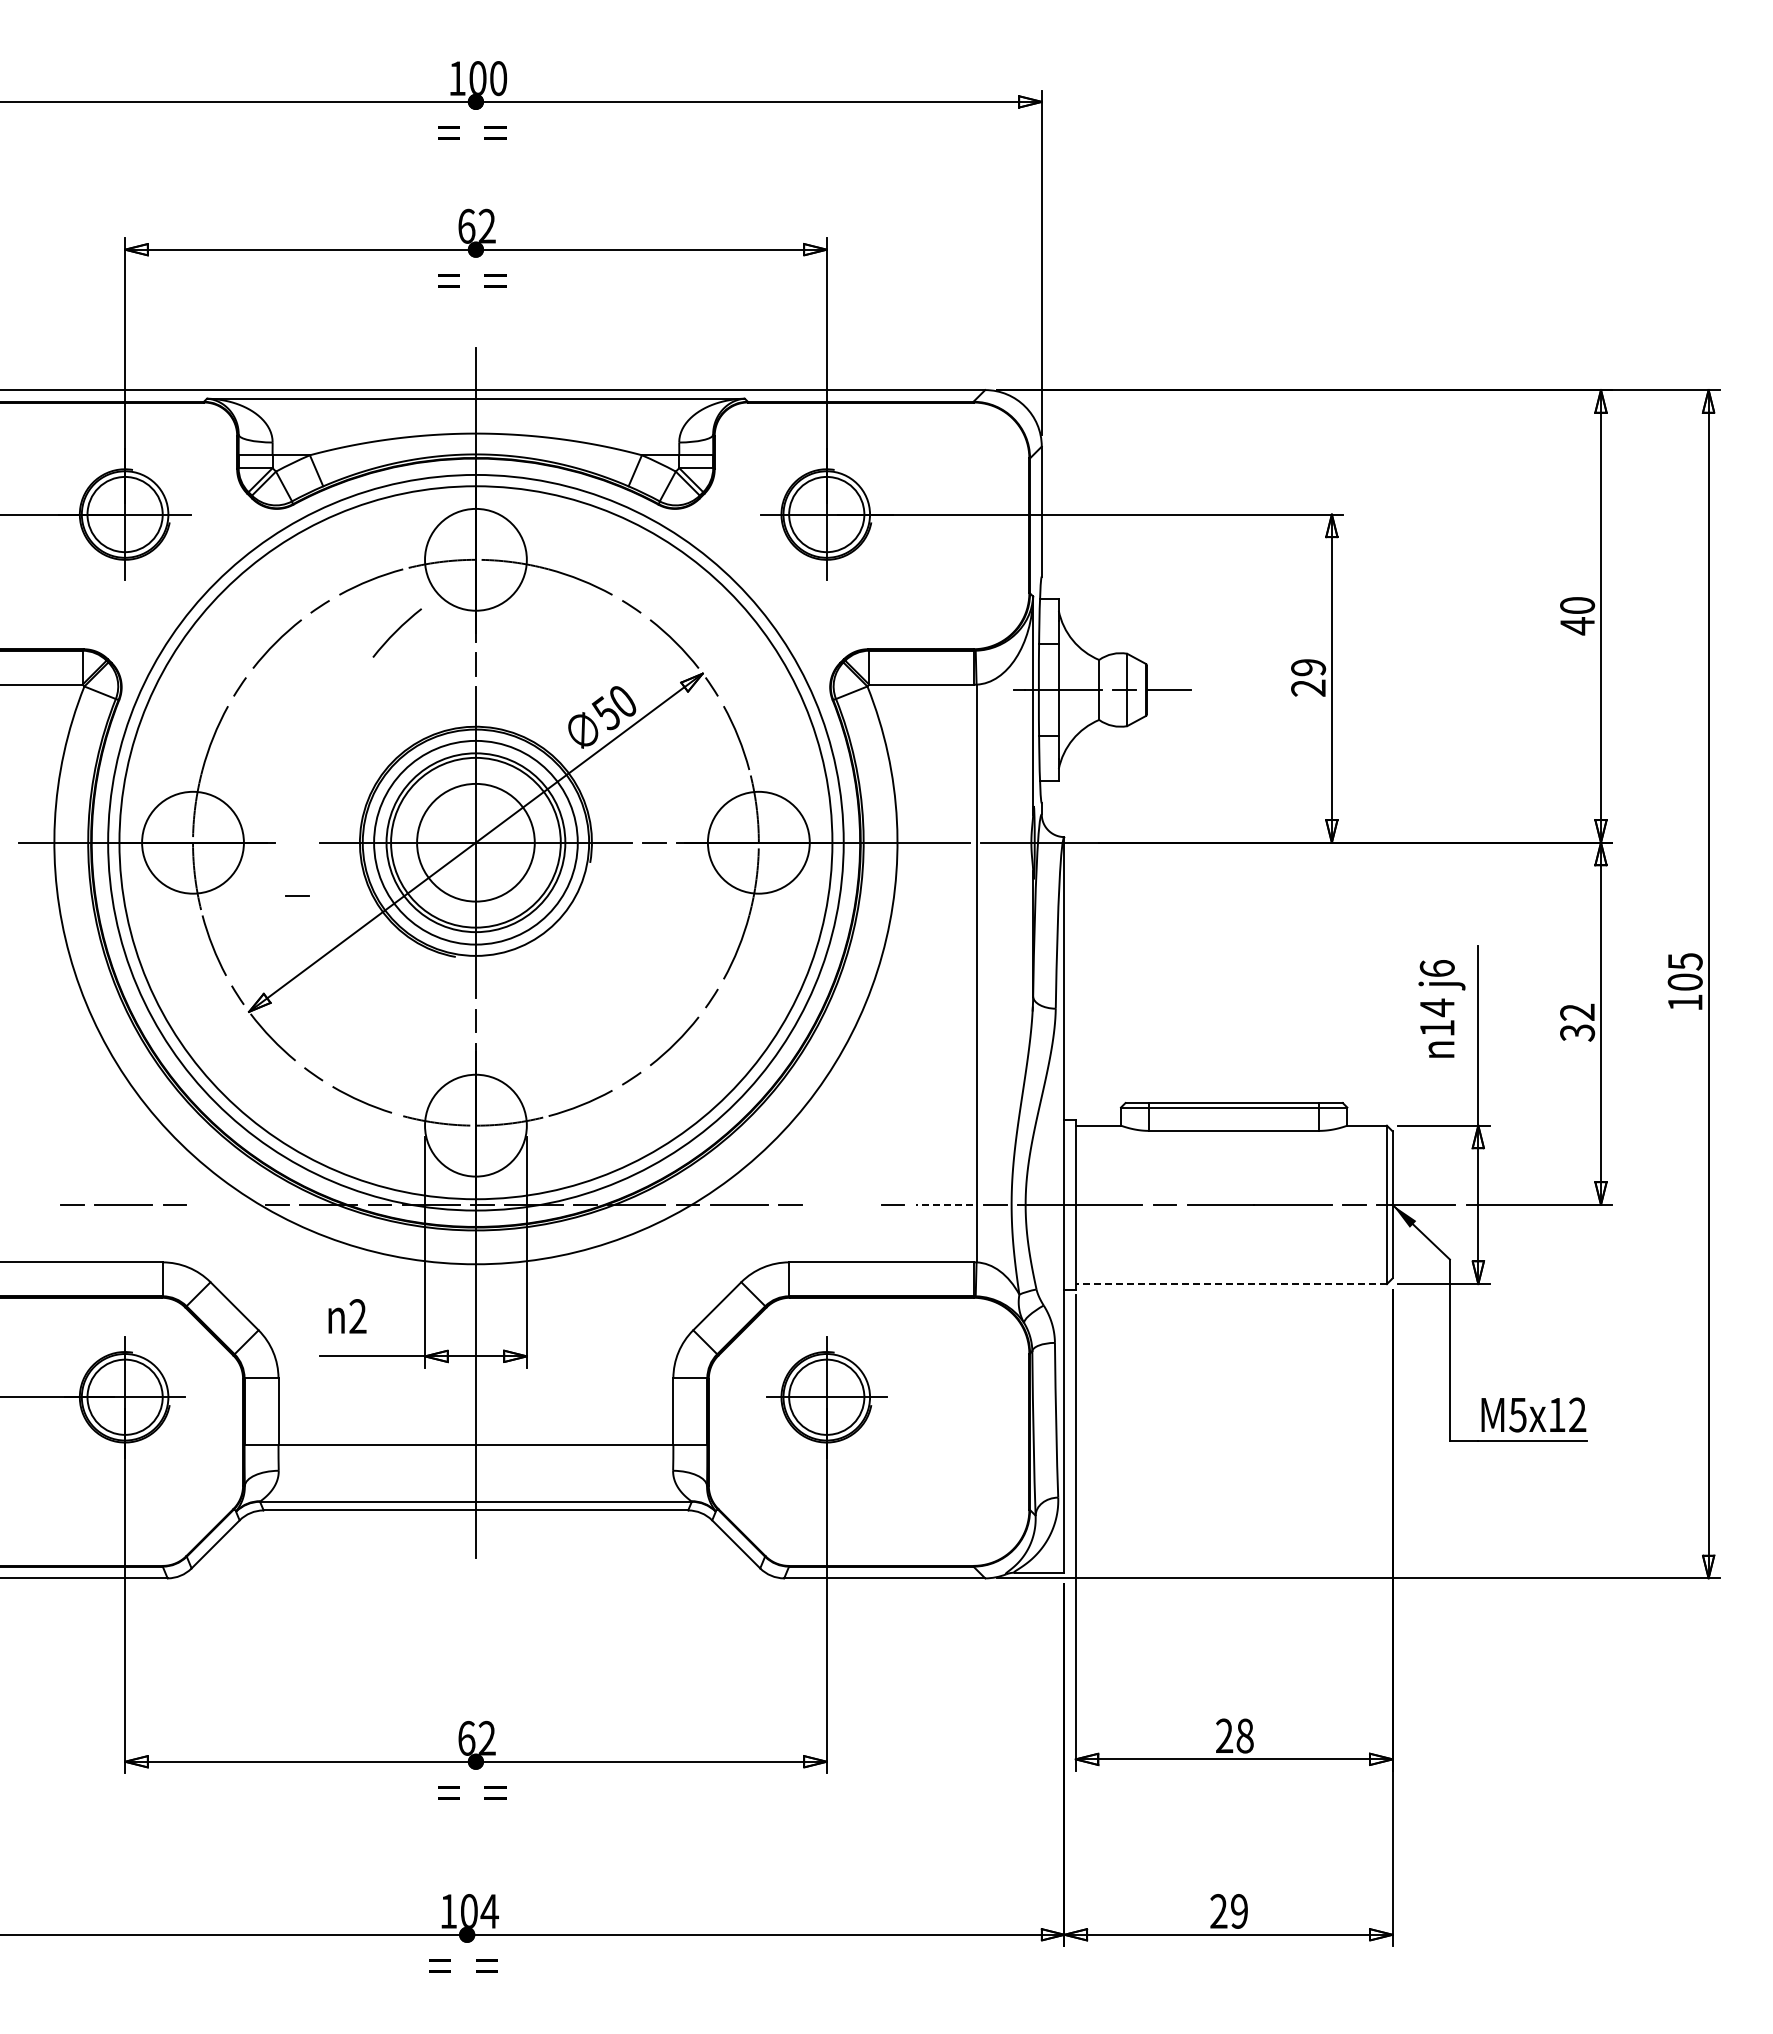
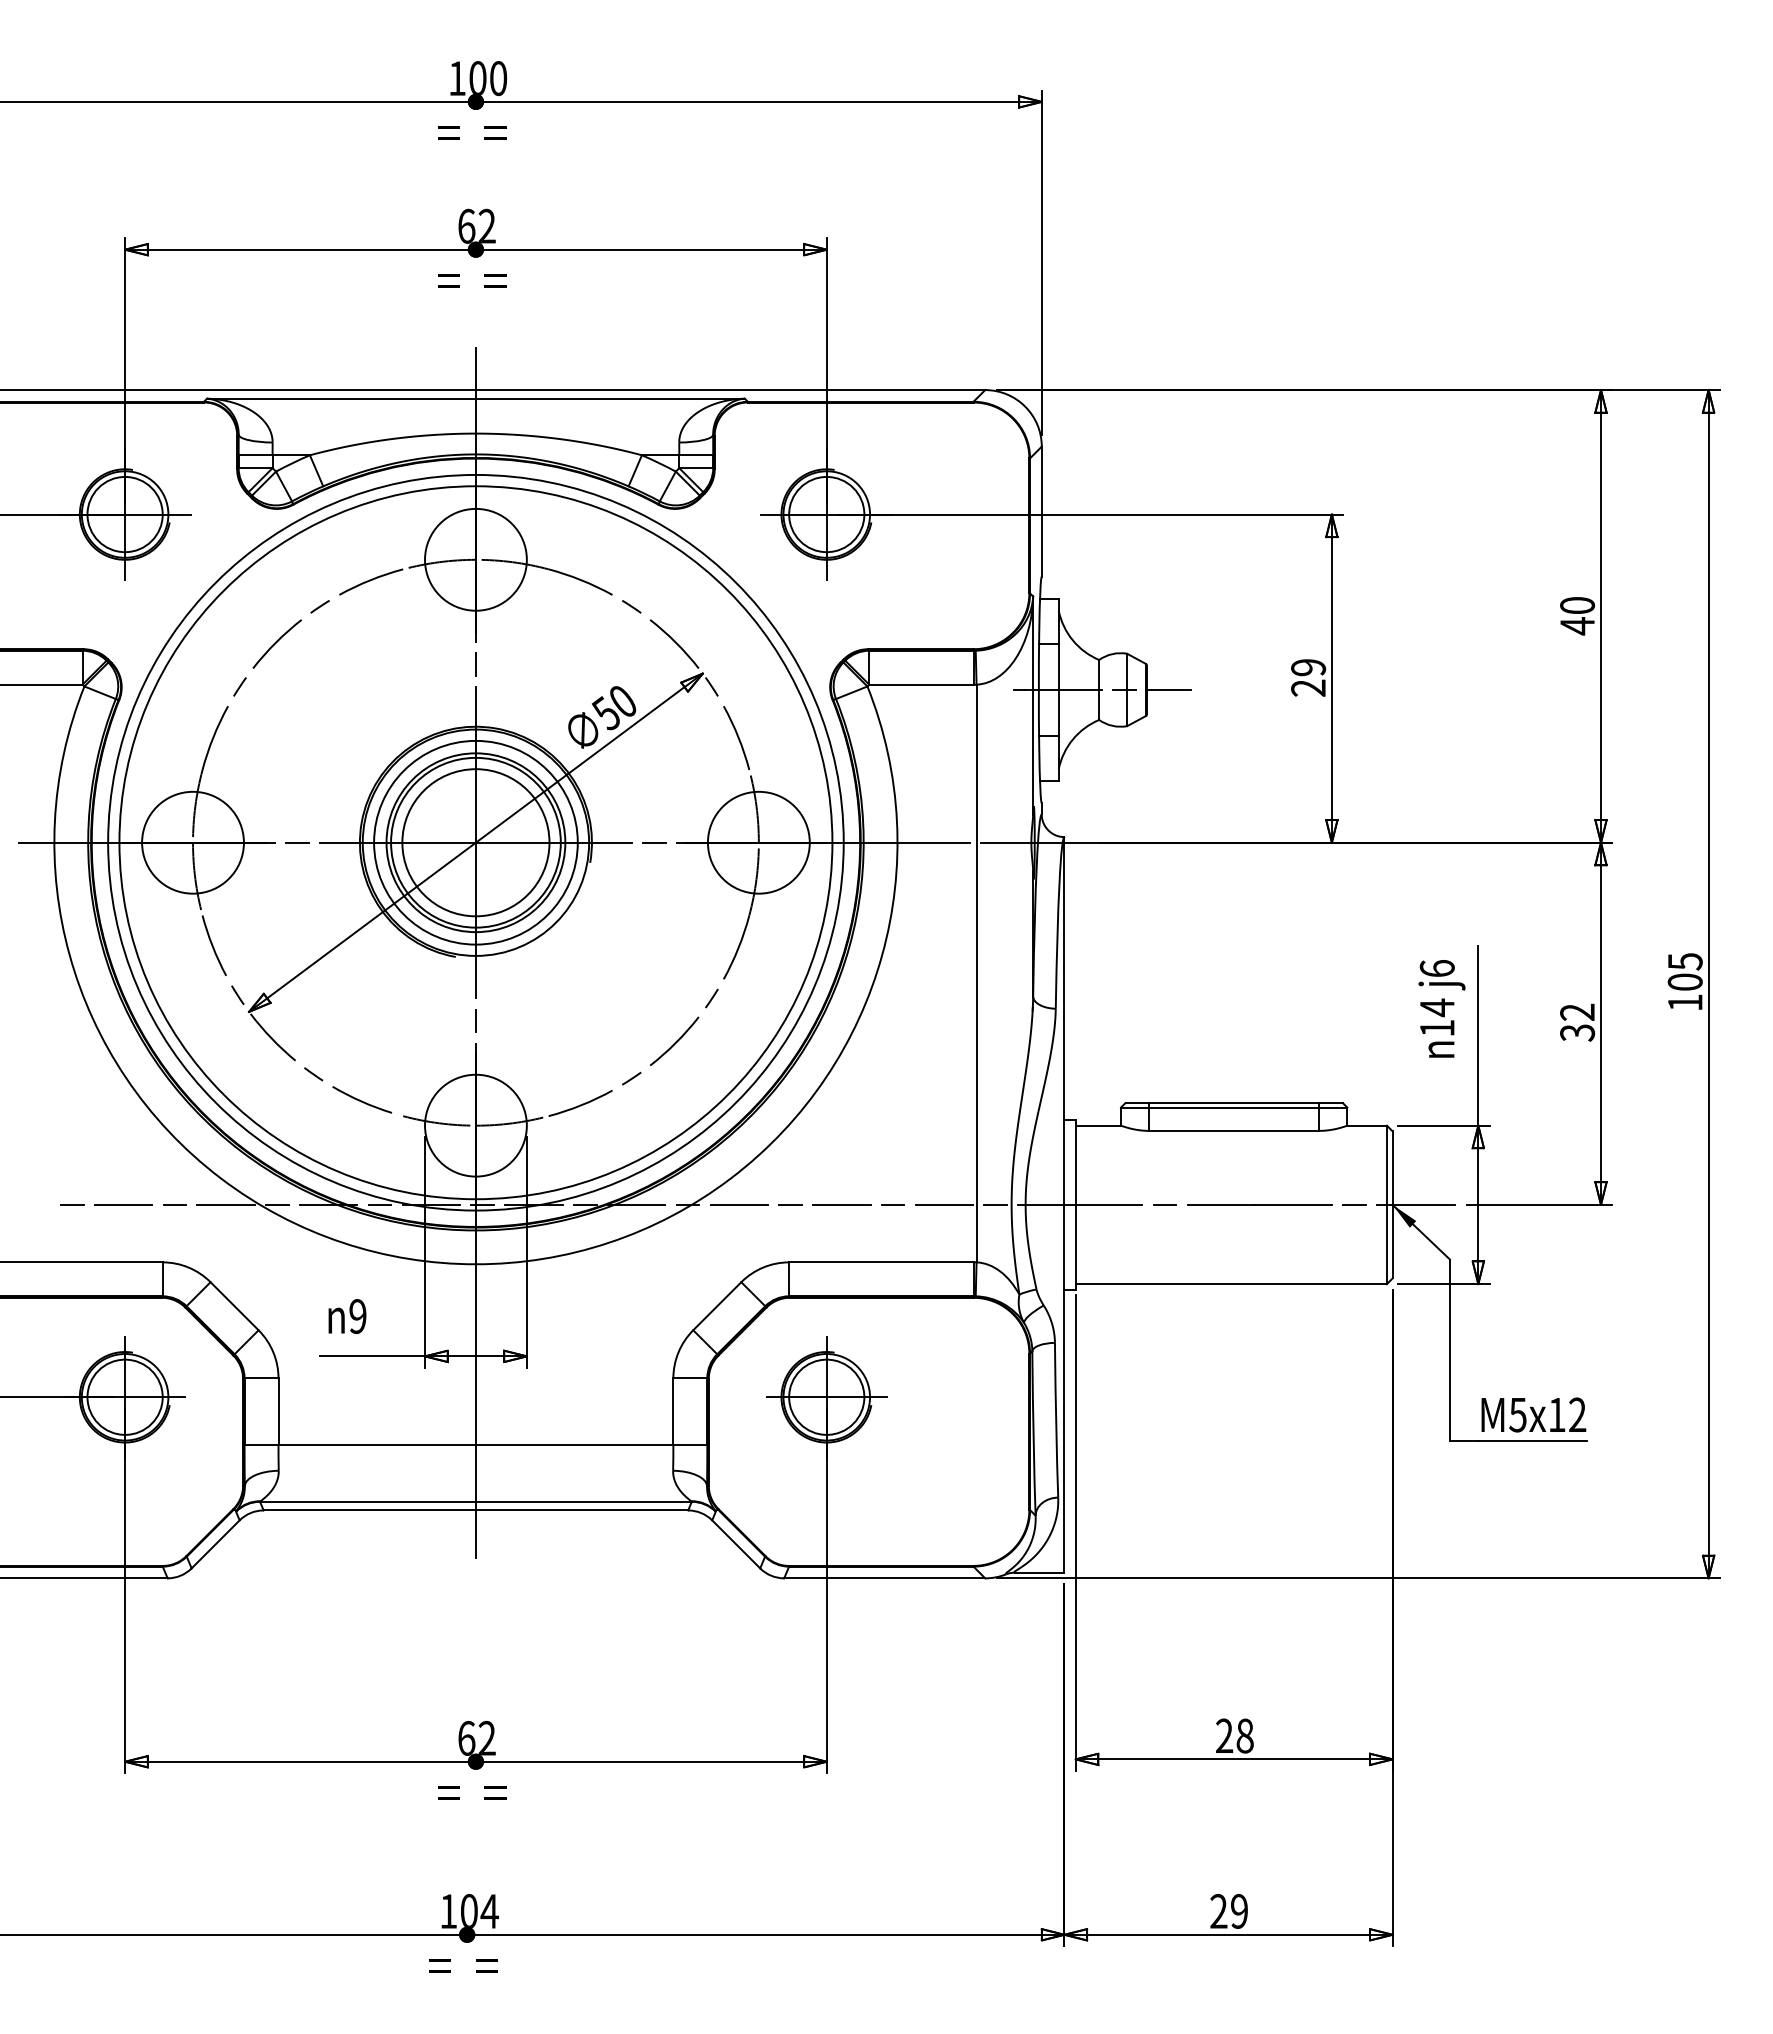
arc at (396, 632): present -> none
circle at (475, 842) diameter: 118 px -> 147 px
line at (297, 895) position: (297, 895) -> (297, 842)
line at (225, 1204): none -> present
line at (841, 1204): none -> present
line at (944, 1204): dashed -> solid
line at (1231, 1284): dashed -> solid
text at (357, 1316): 2 -> 9
